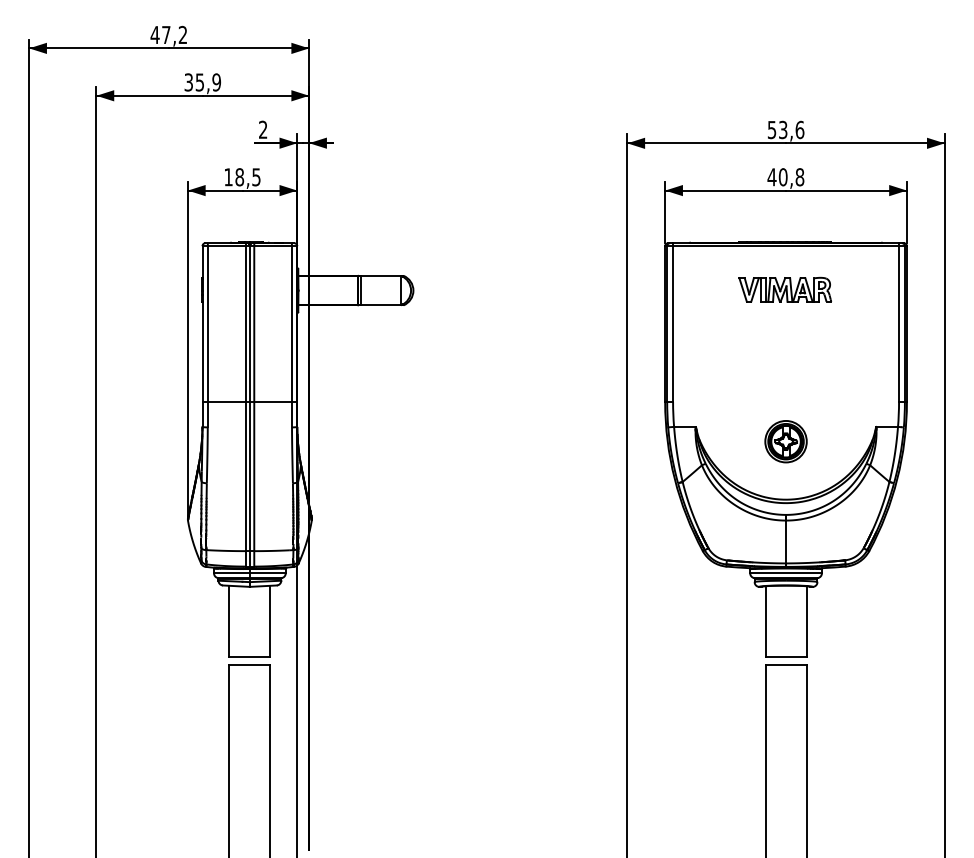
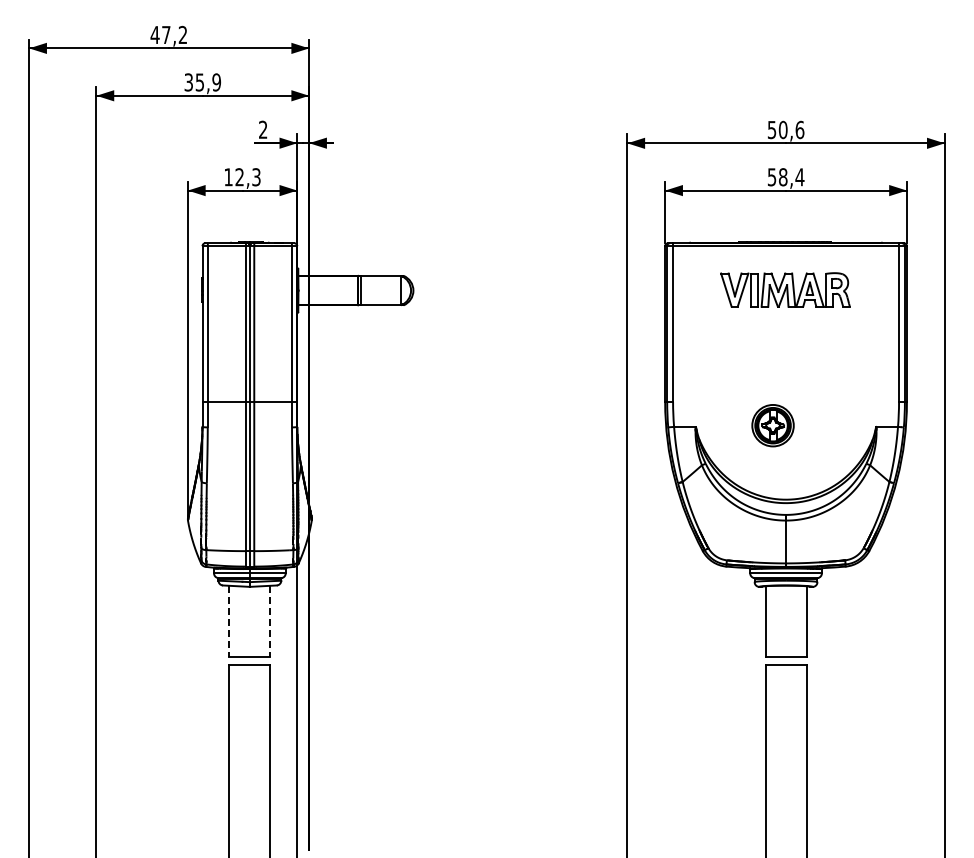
text at (782, 130): 53,6 -> 50,6
text at (247, 177): 18,5 -> 12,3
text at (785, 177): 40,8 -> 58,4
part at (784, 289) size: 94x27 px -> 131x36 px
part at (785, 441) position: (785, 441) -> (772, 425)
line at (229, 621): solid -> dashed
line at (270, 621): solid -> dashed
